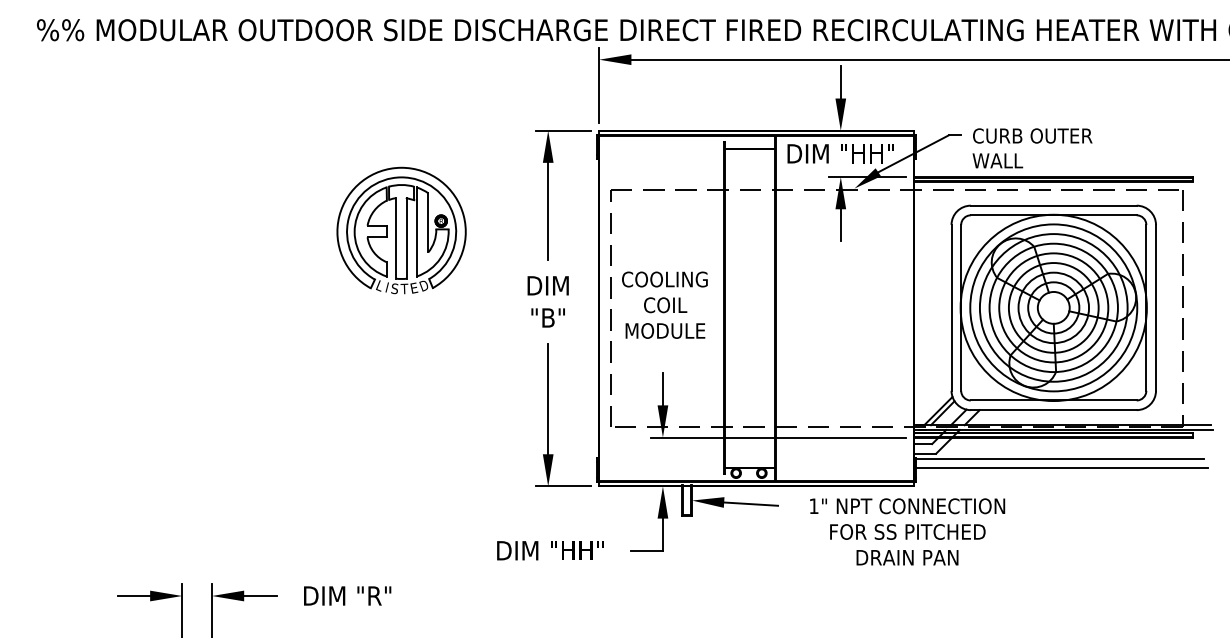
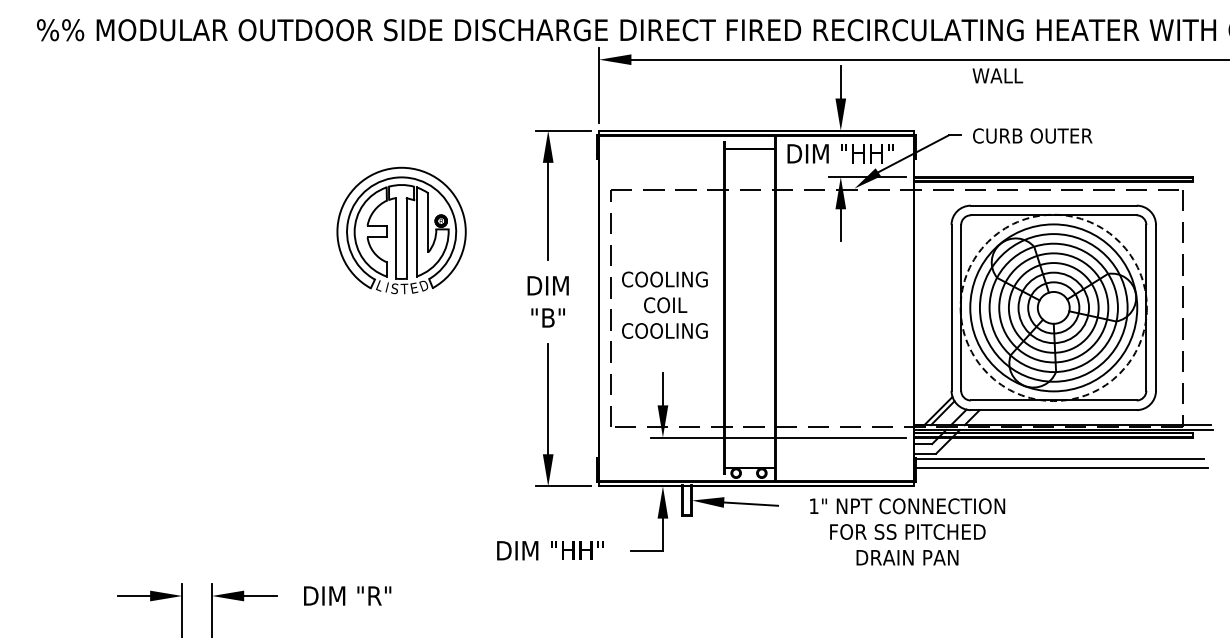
text at (997, 160) position: (997, 160) -> (997, 75)
circle at (1053, 307): solid -> dashed
text at (664, 330): MODULE -> COOLING
